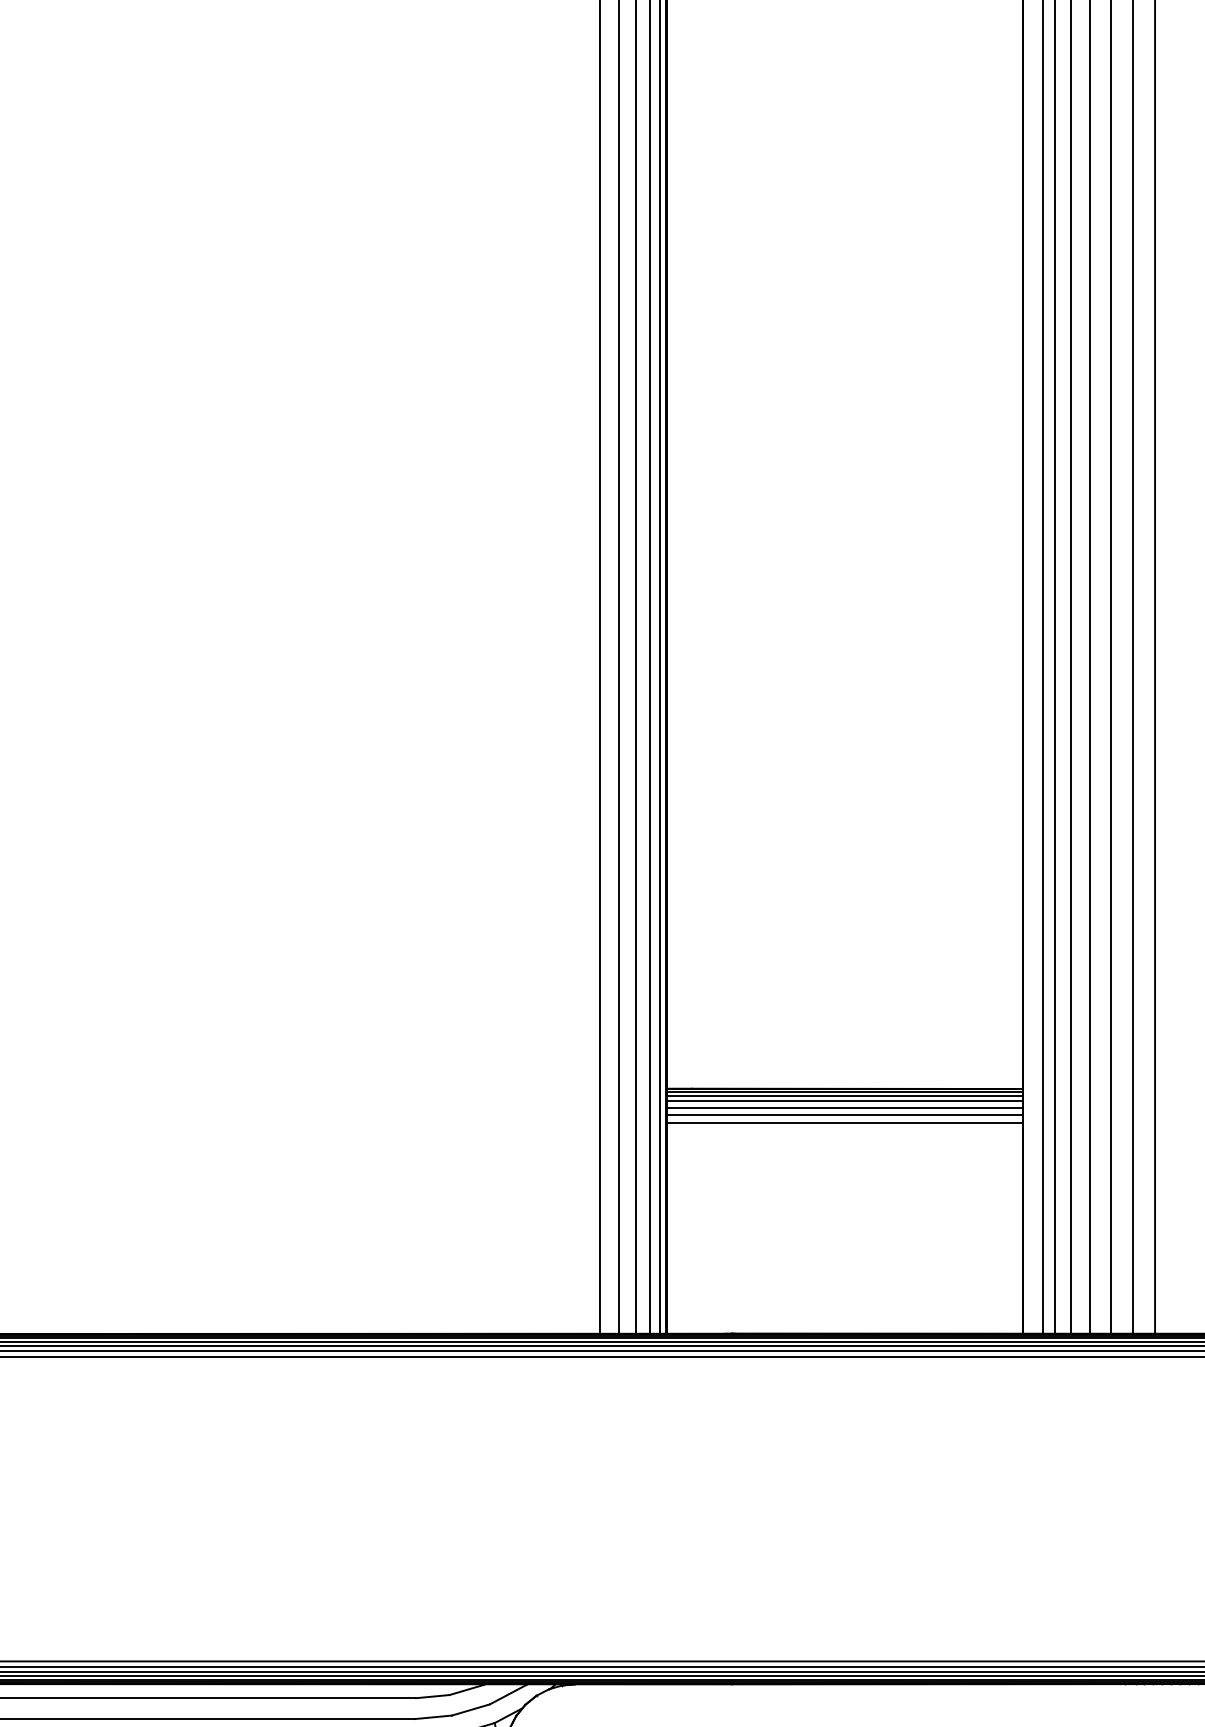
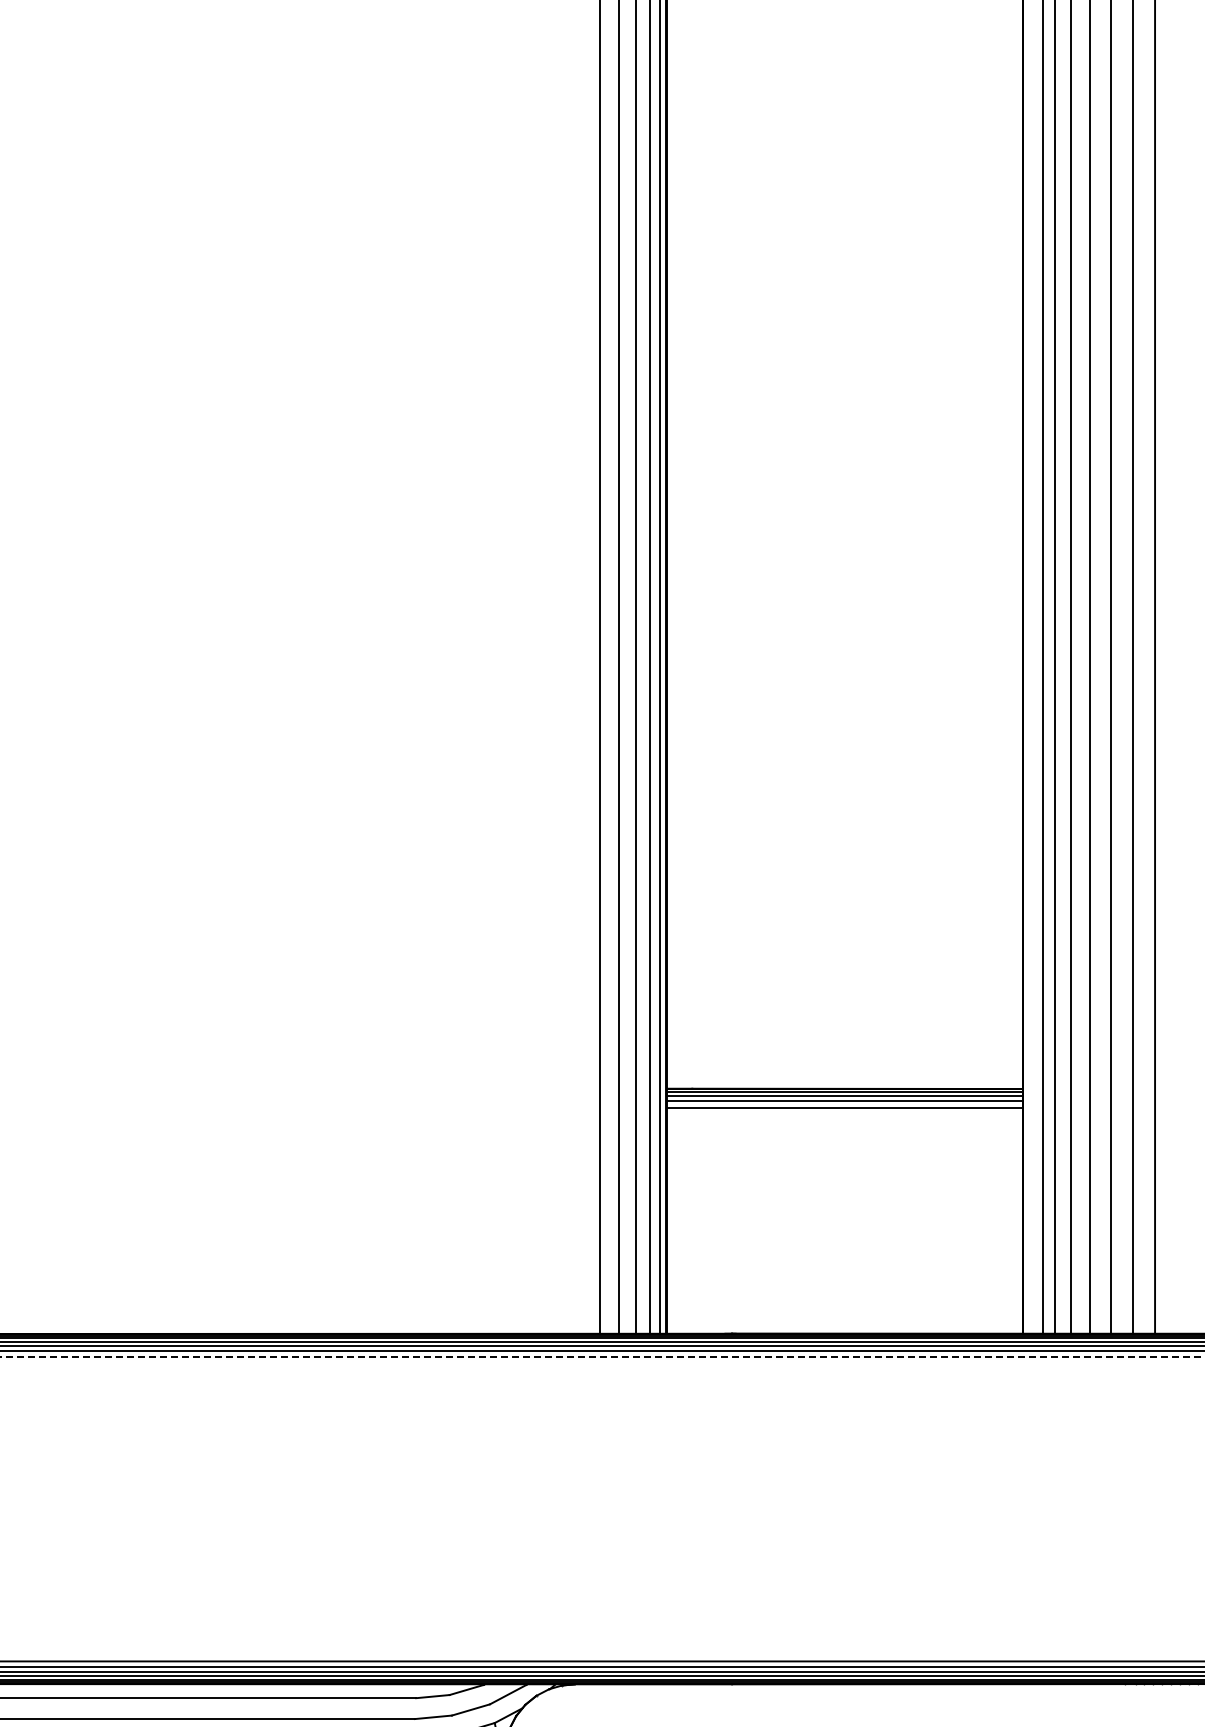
line at (844, 1115): present -> none
line at (844, 1123): present -> none
line at (602, 1356): solid -> dashed
